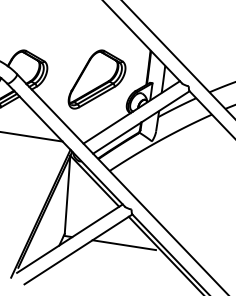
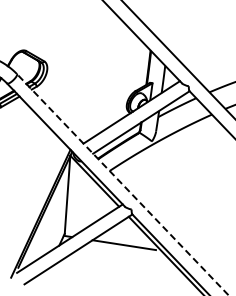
part at (96, 79): present -> none
line at (32, 136): present -> none
line at (122, 184): solid -> dashed
